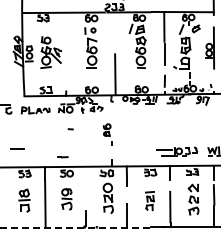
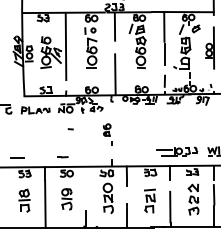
line at (114, 26): none -> present
line at (65, 46): none -> present
line at (17, 148) position: (17, 148) -> (17, 157)
part at (149, 201) size: 10x21 px -> 12x26 px
line at (77, 227): dashed -> solid
